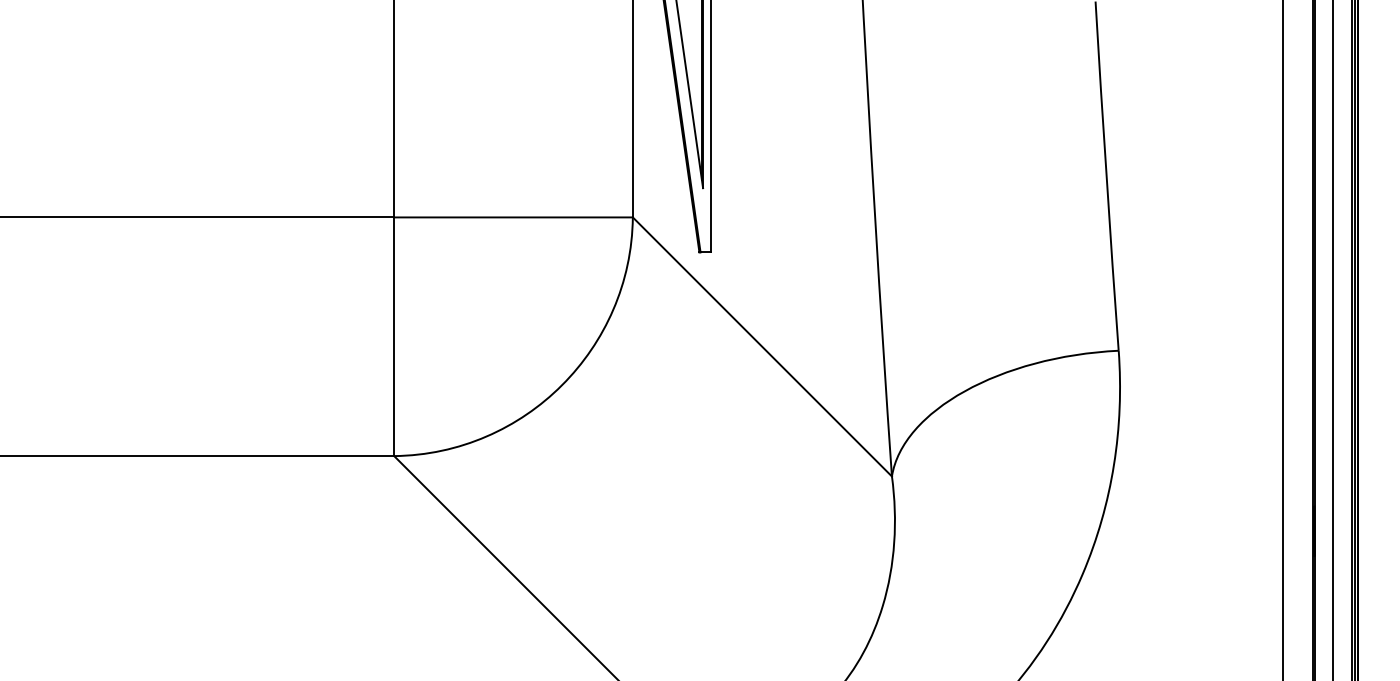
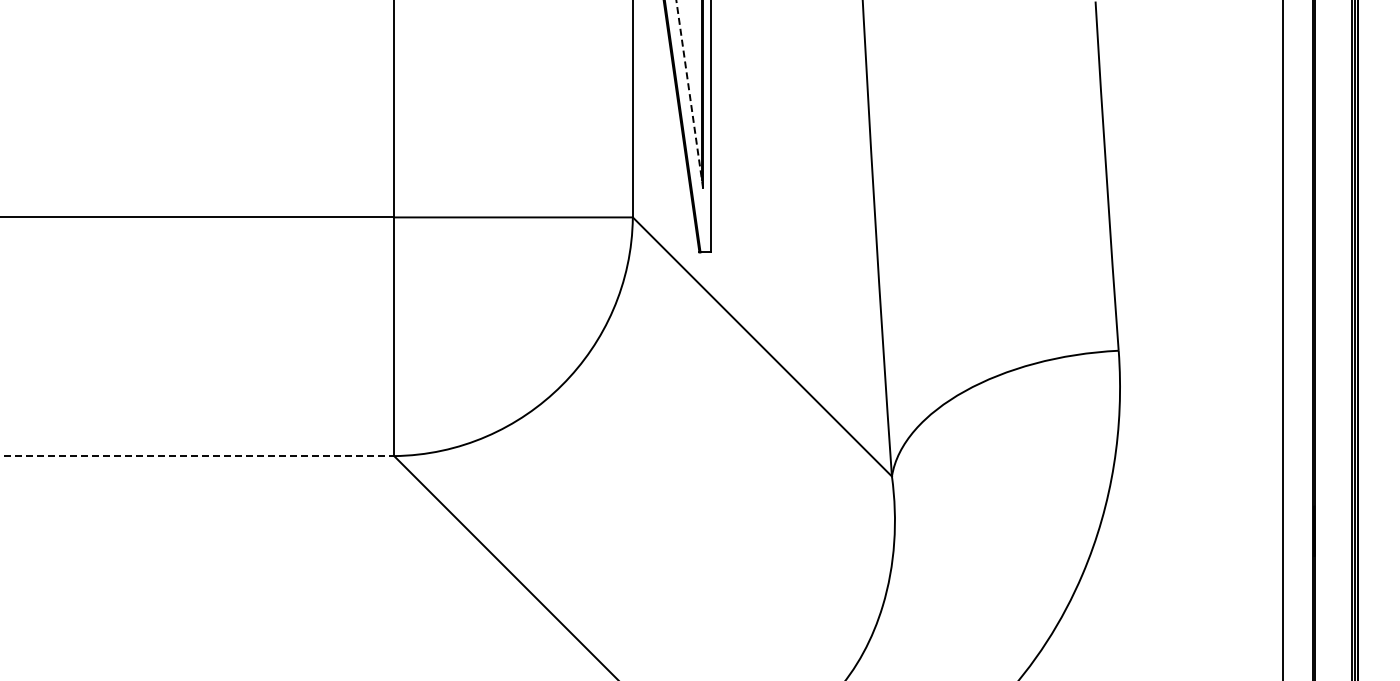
line at (689, 94): solid -> dashed
line at (1333, 339): present -> none
line at (197, 456): solid -> dashed
